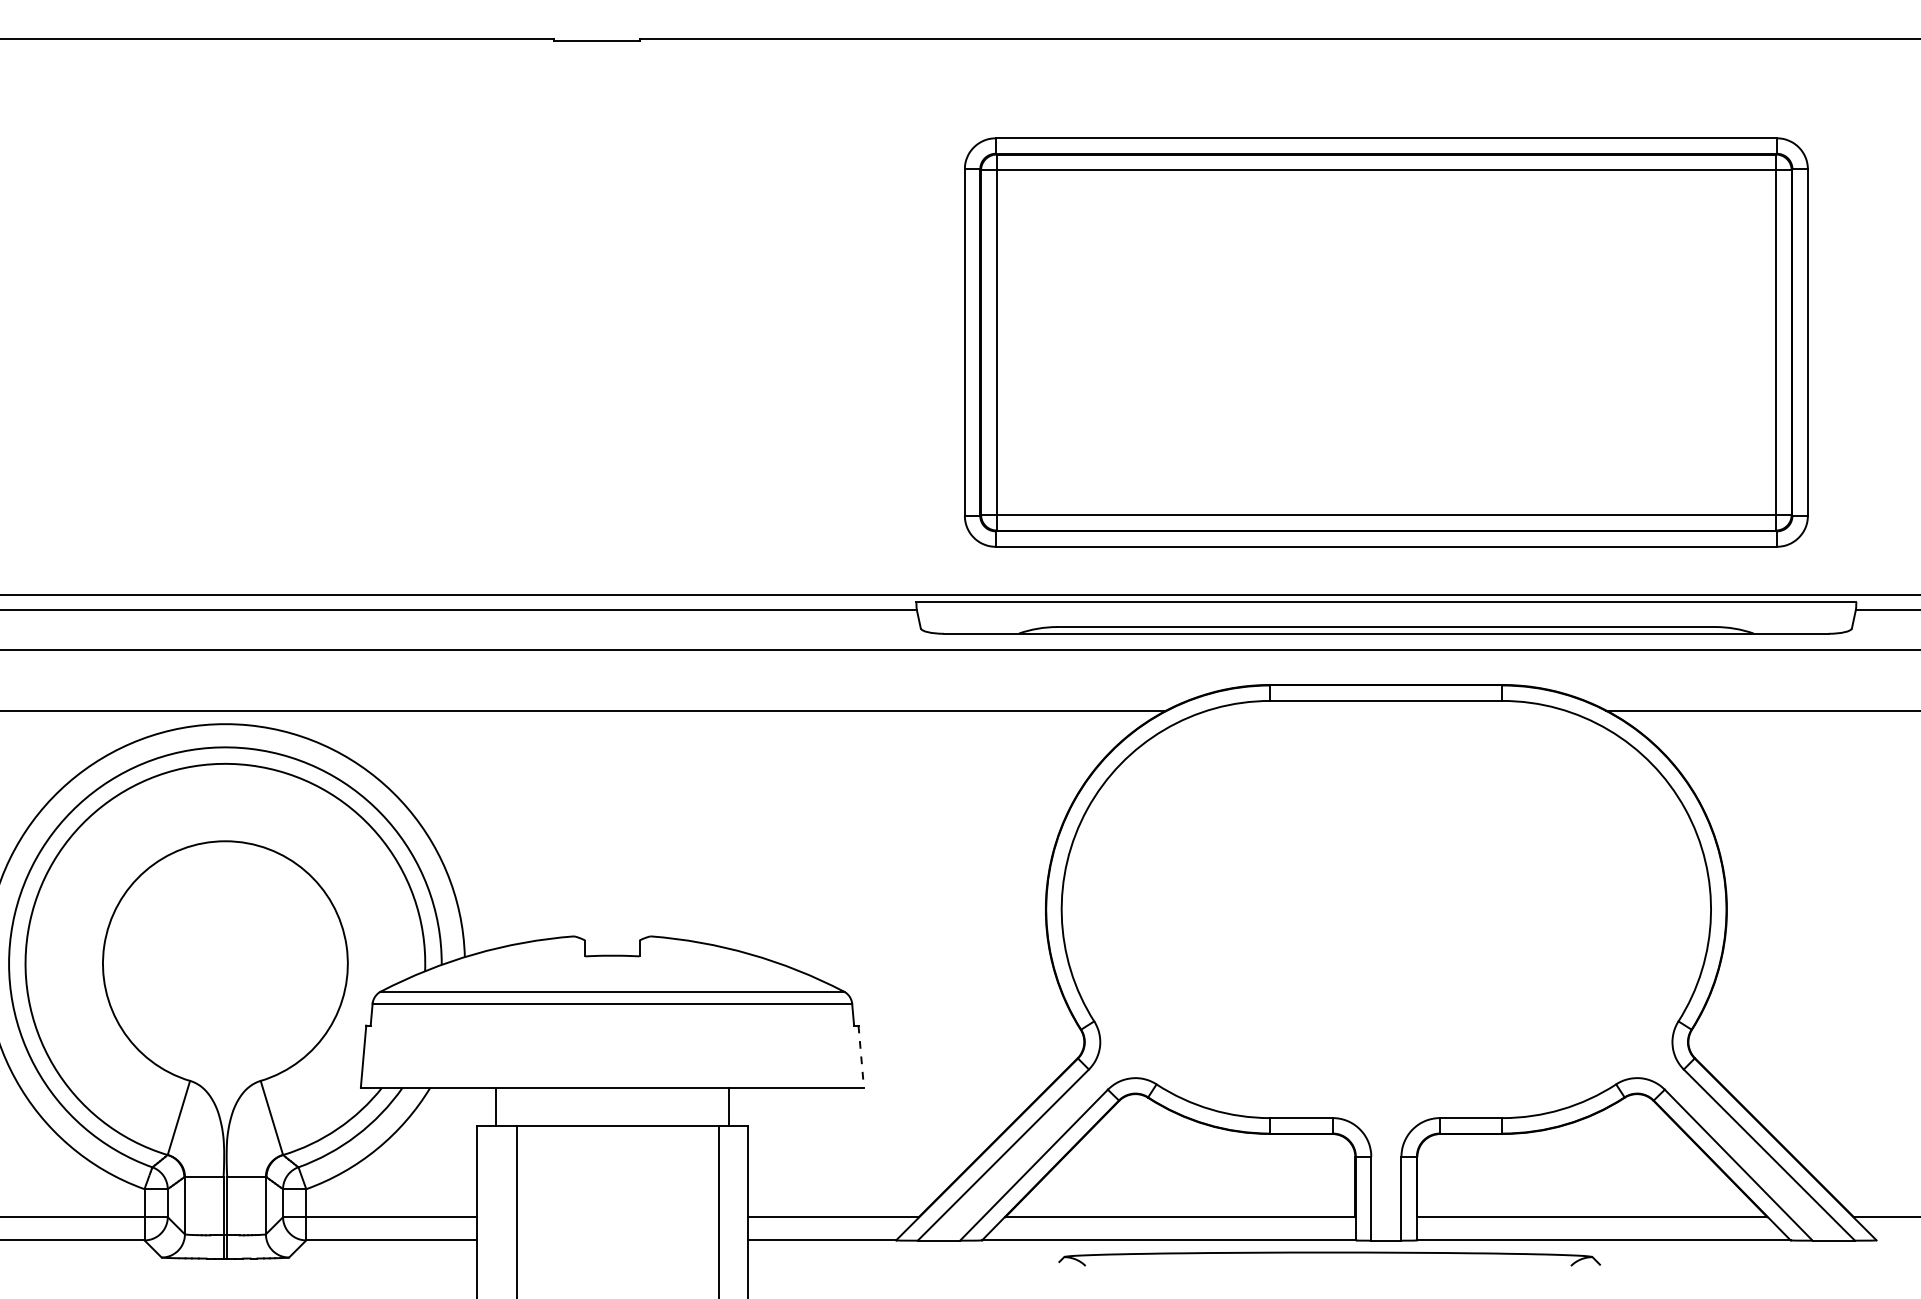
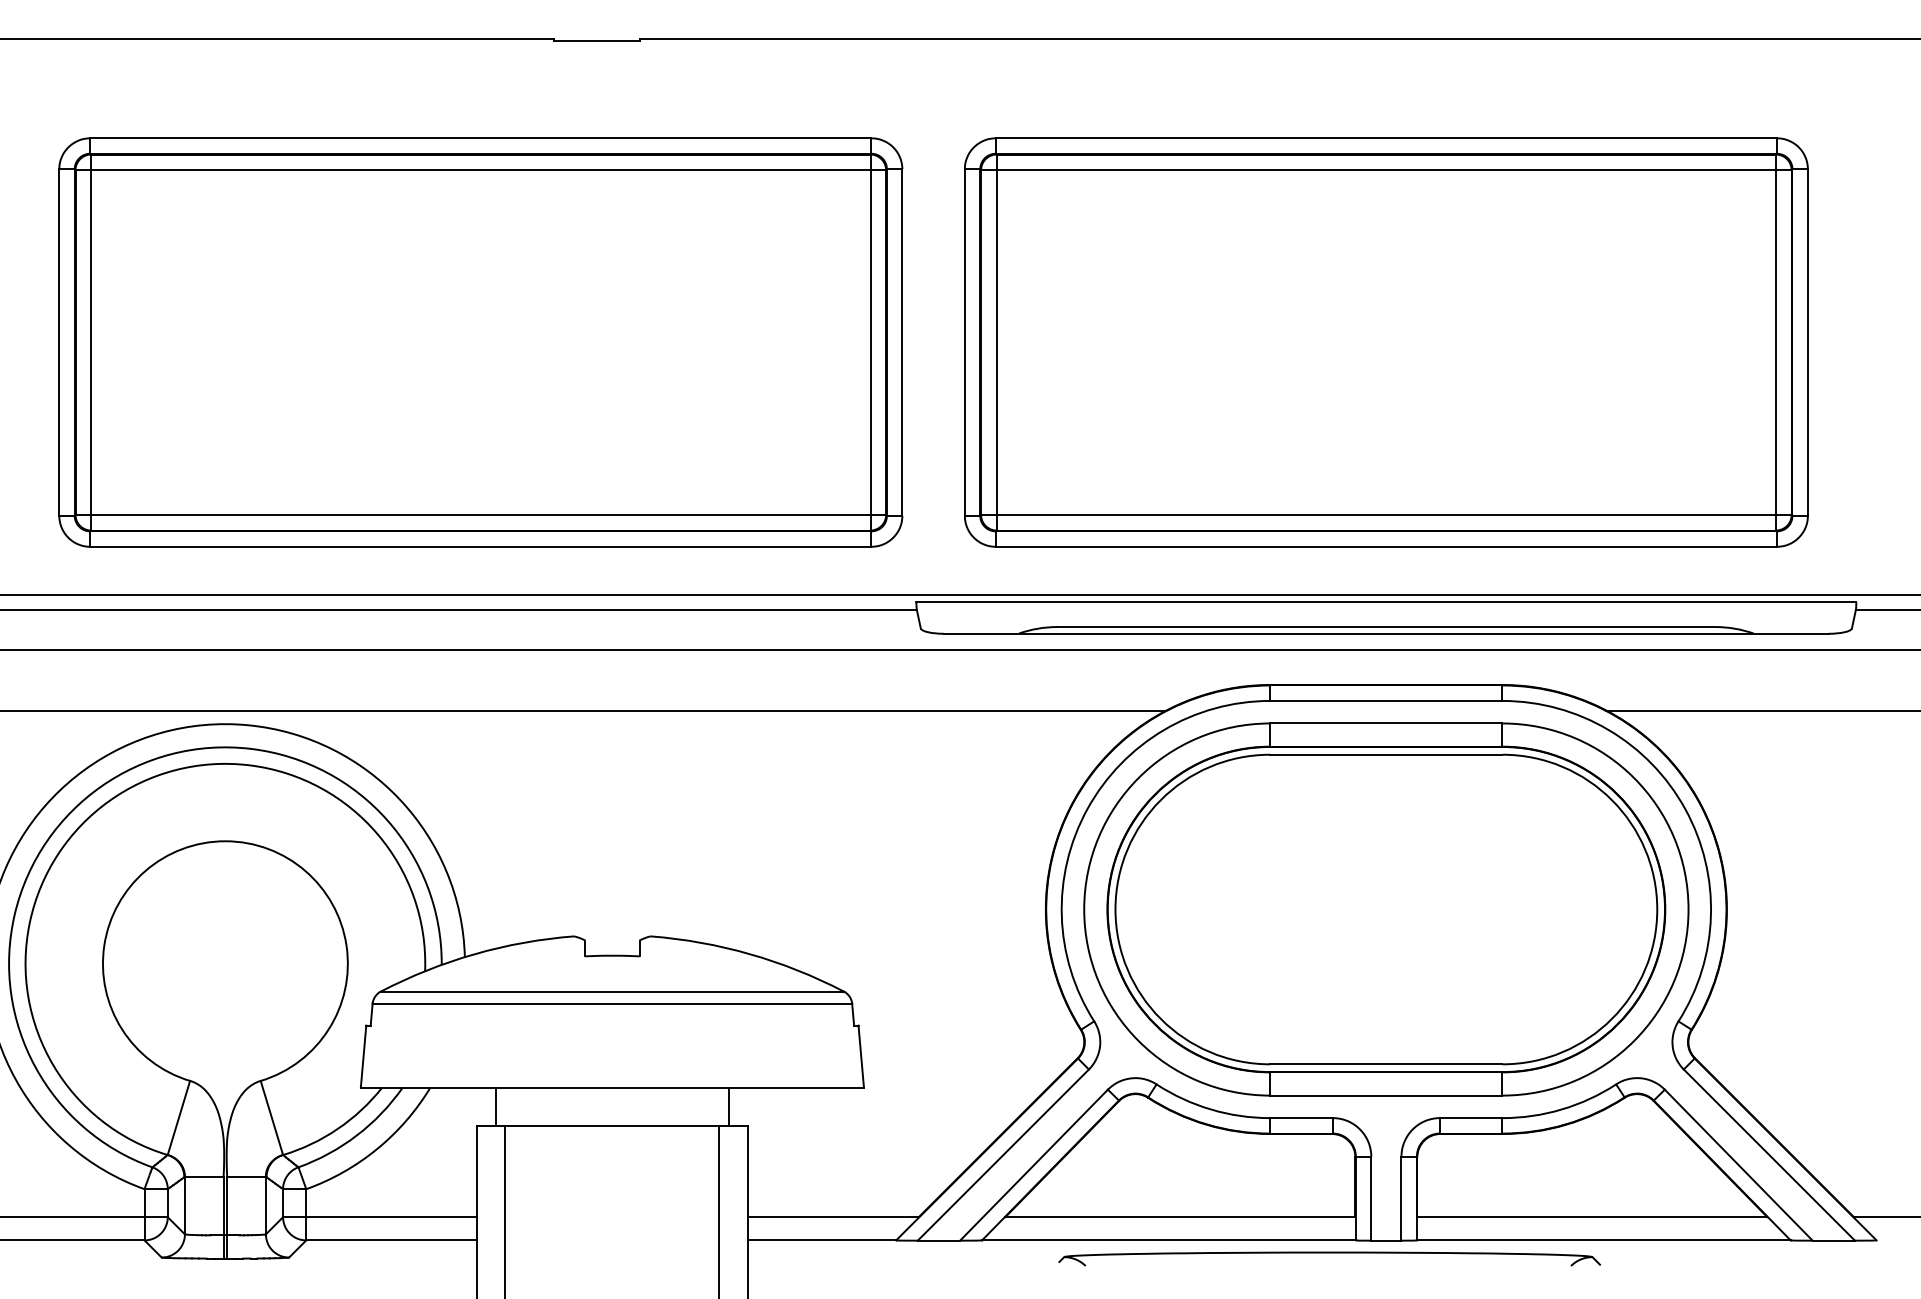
part at (480, 342): none -> present
part at (1386, 909): none -> present
line at (861, 1057): dashed -> solid
line at (517, 1210) position: (517, 1210) -> (505, 1210)
